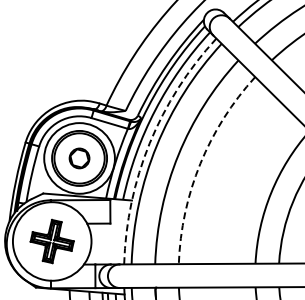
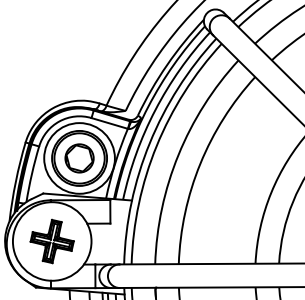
arc at (149, 143): dashed -> solid
part at (79, 158) size: 23x23 px -> 31x31 px
arc at (200, 163): dashed -> solid
